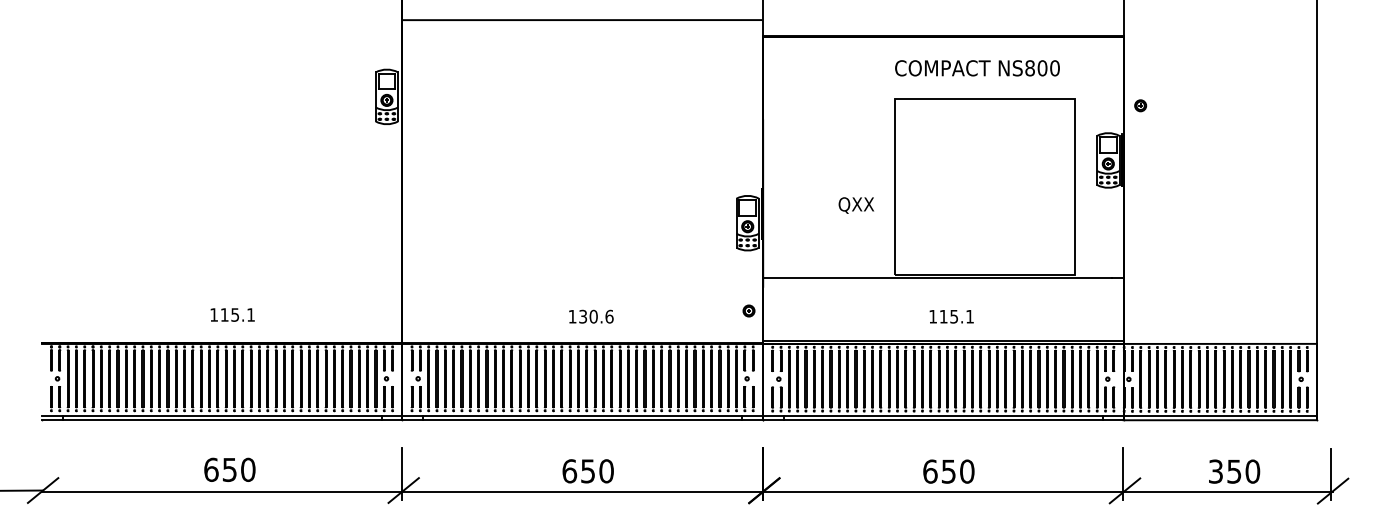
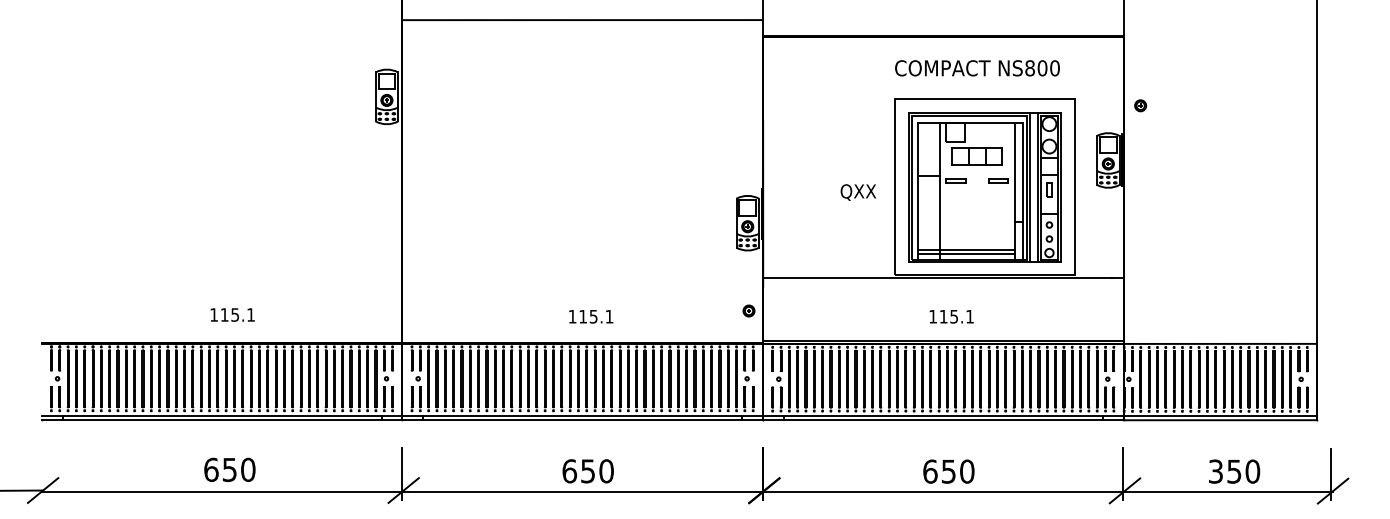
part at (984, 187): none -> present
text at (856, 205) position: (856, 205) -> (858, 192)
text at (596, 316): 130.6 -> 115.1
